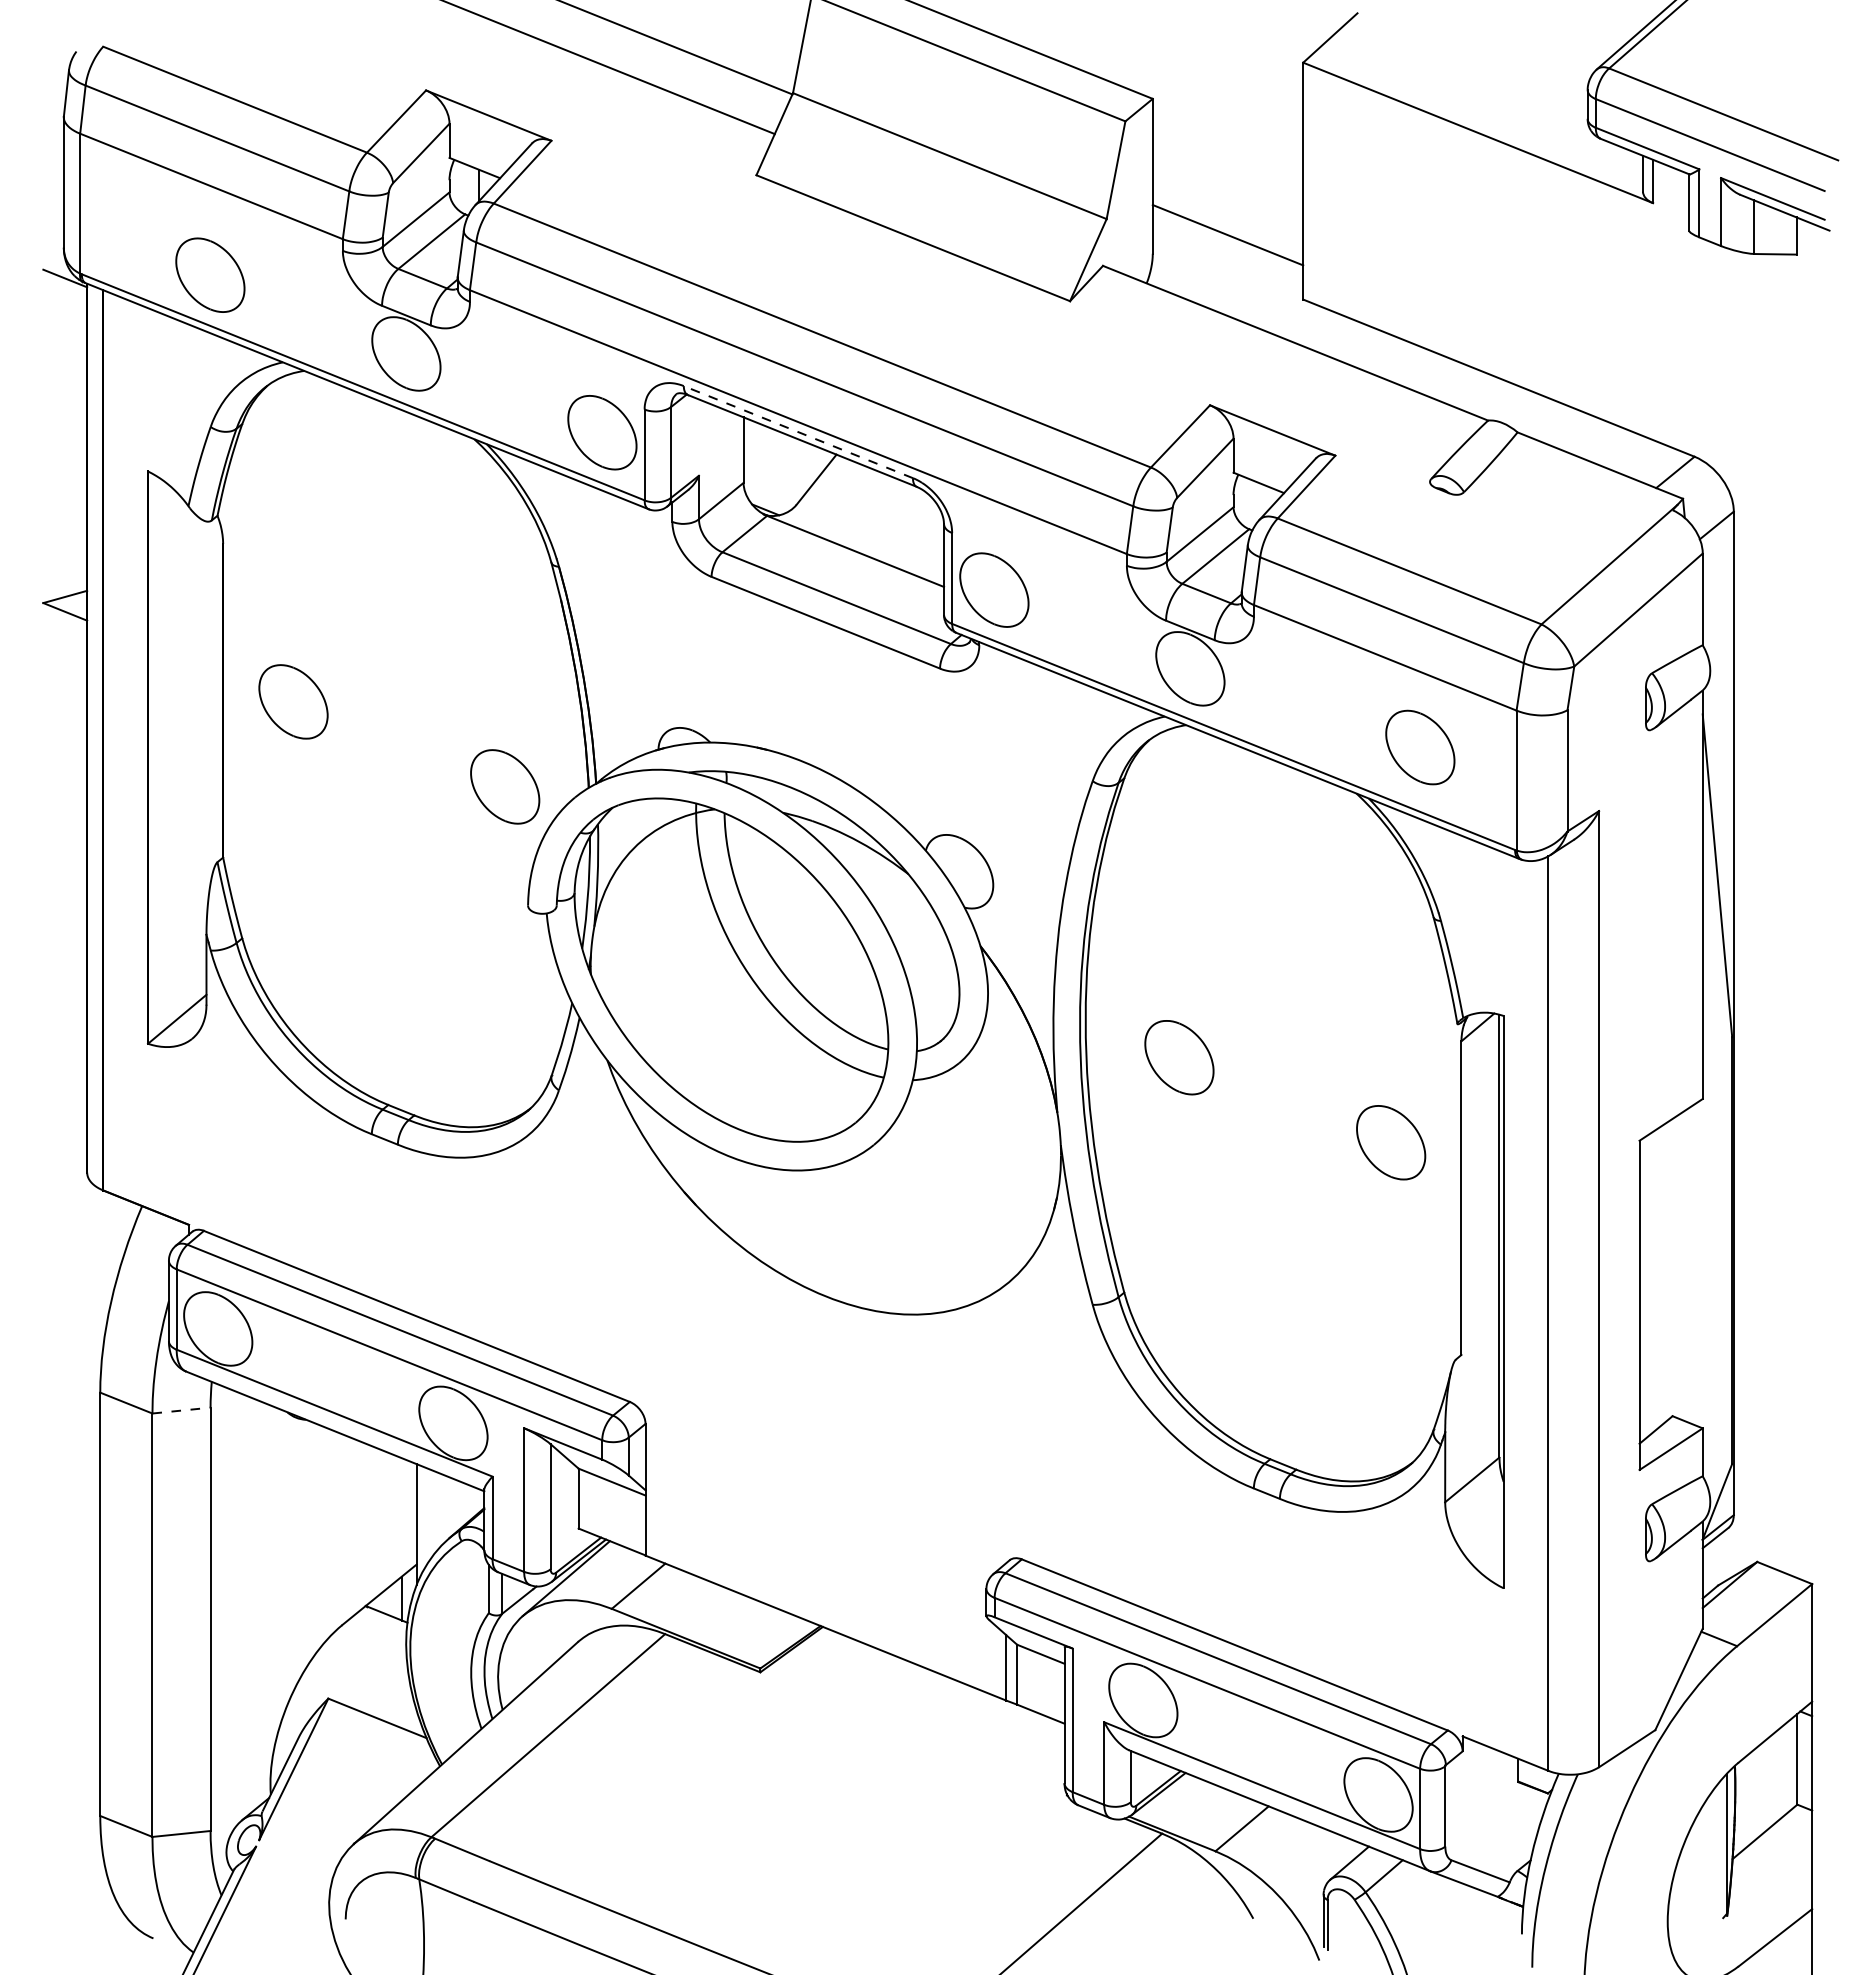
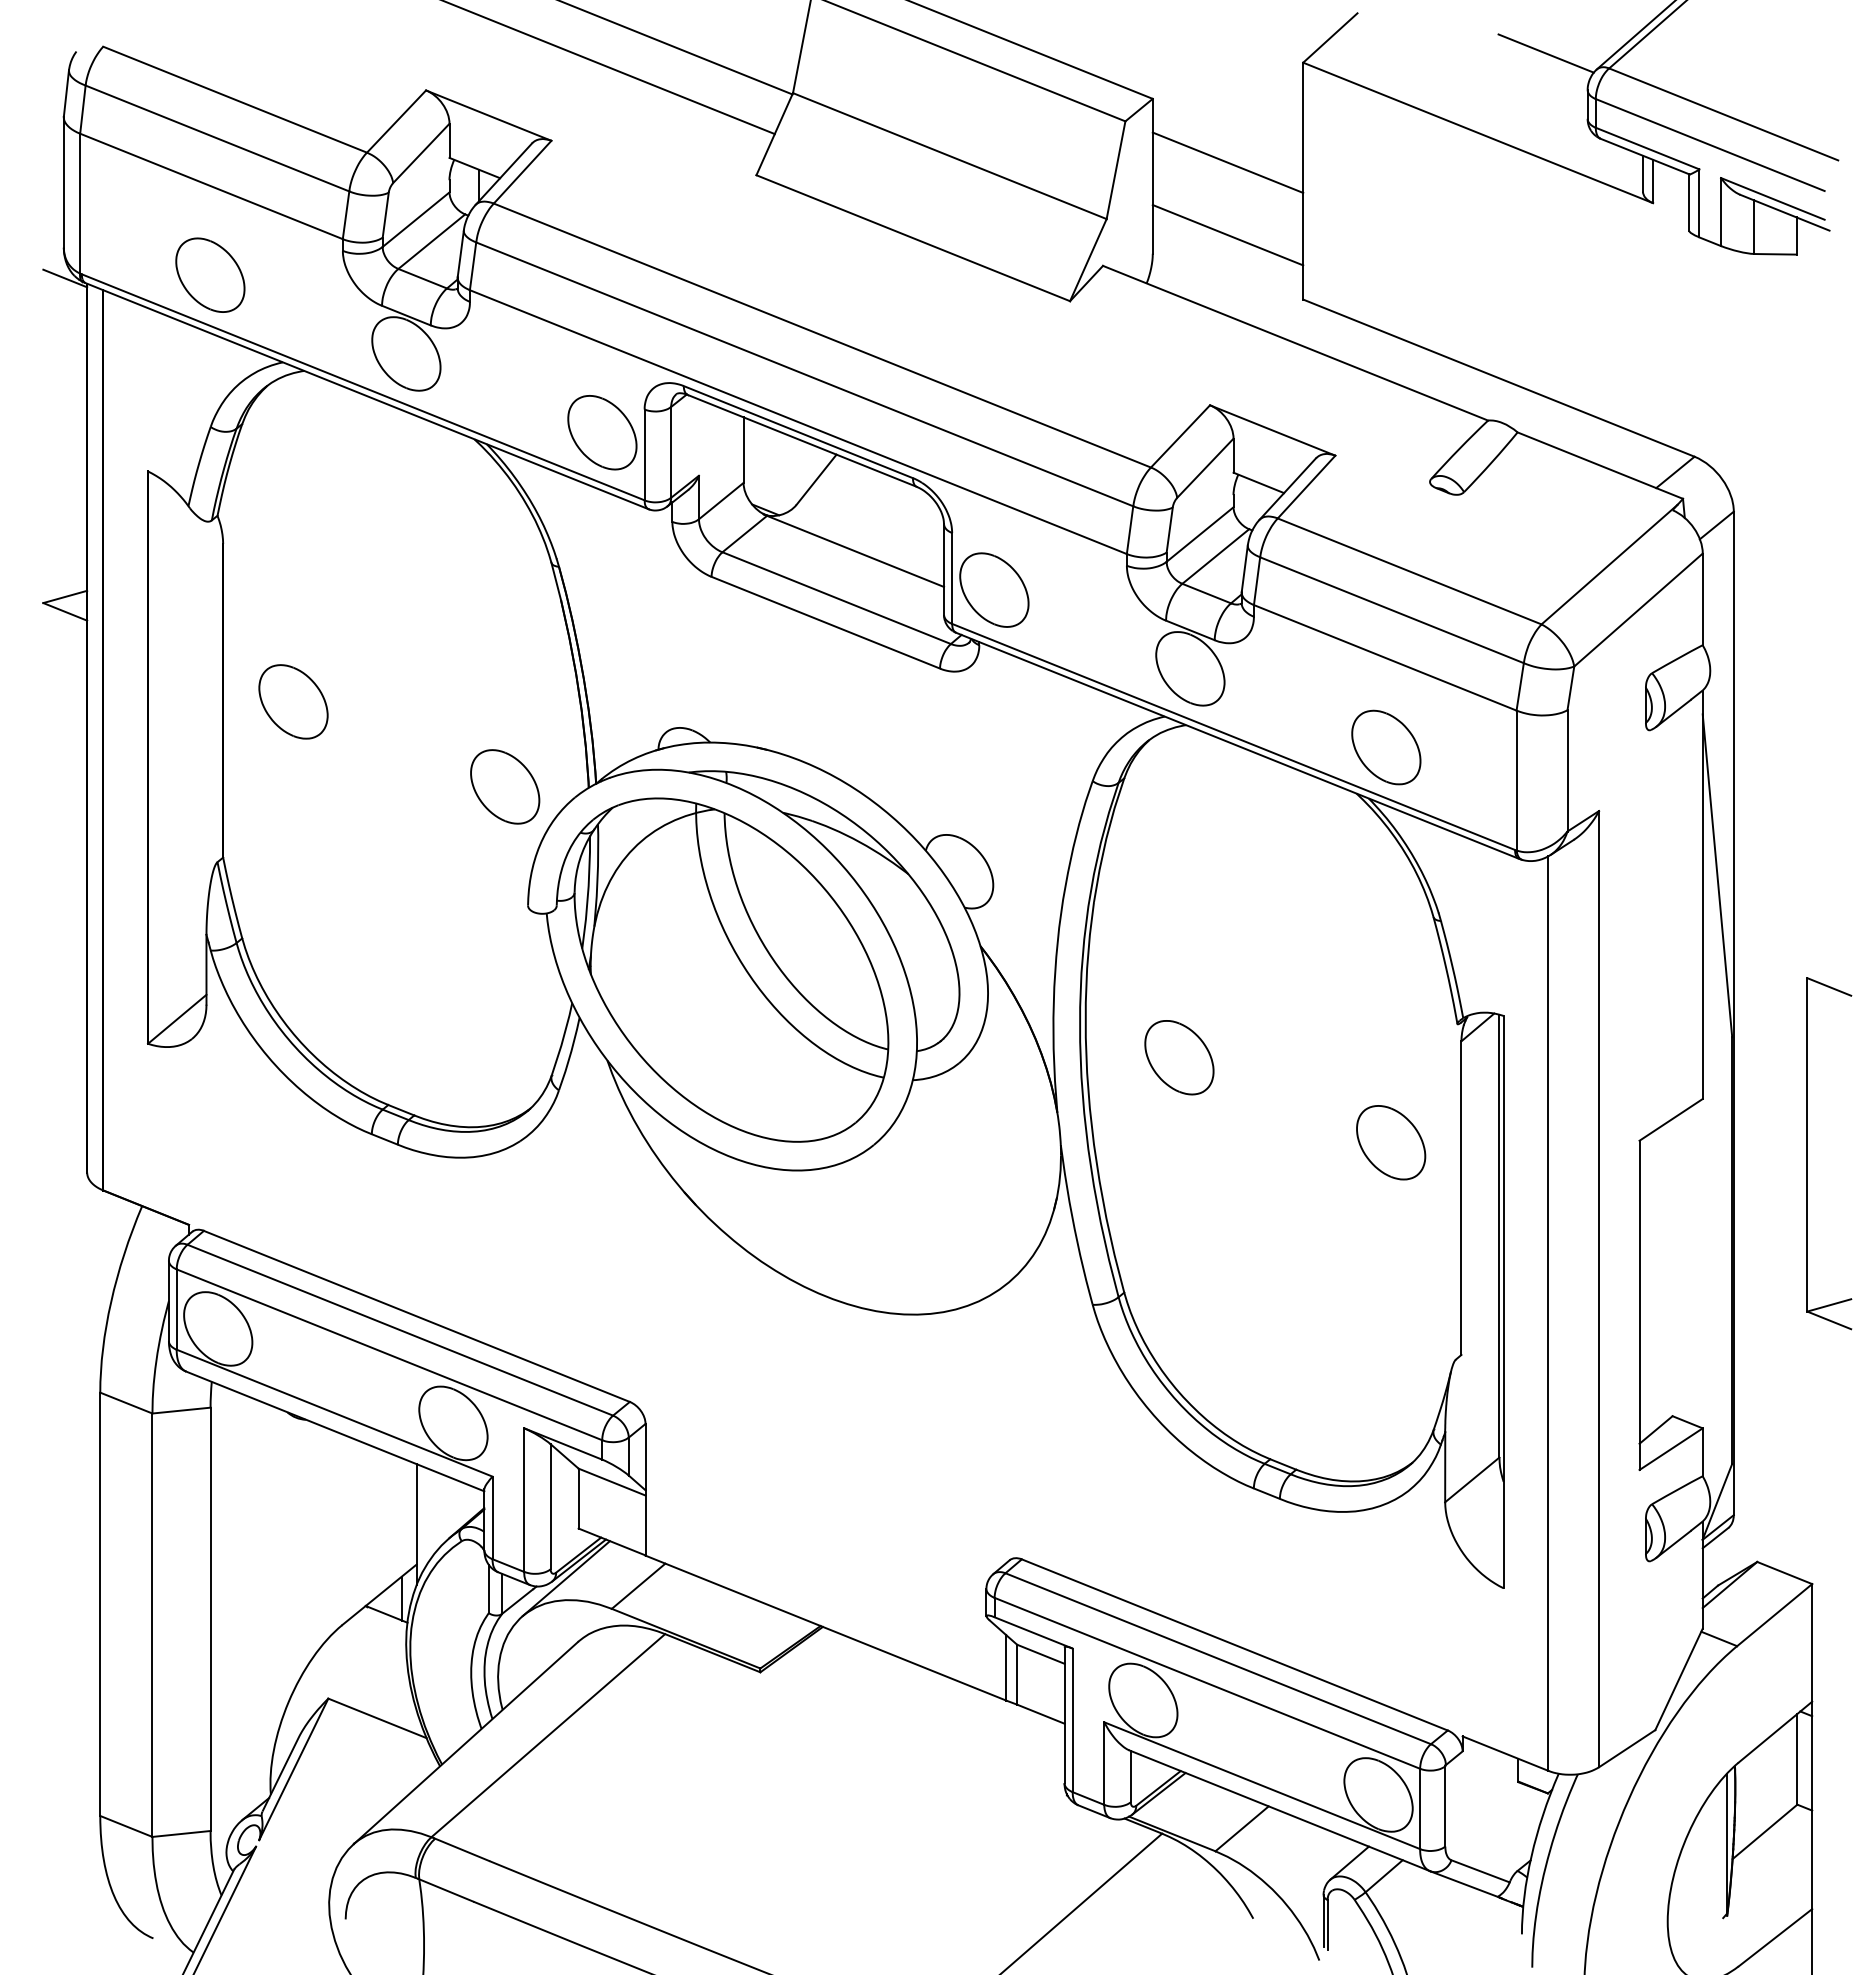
line at (1545, 53): none -> present
line at (1227, 162): none -> present
line at (797, 431): dashed -> solid
part at (1420, 747) position: (1420, 747) -> (1386, 747)
part at (1807, 1153): none -> present
line at (181, 1410): dashed -> solid
